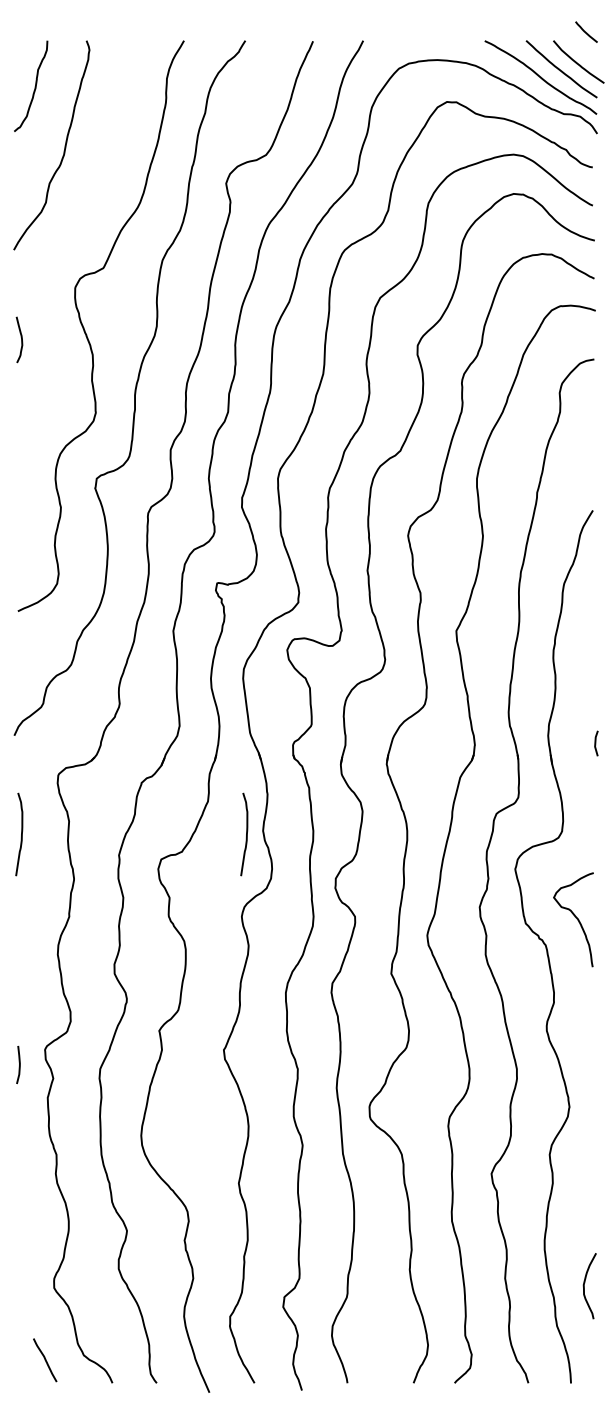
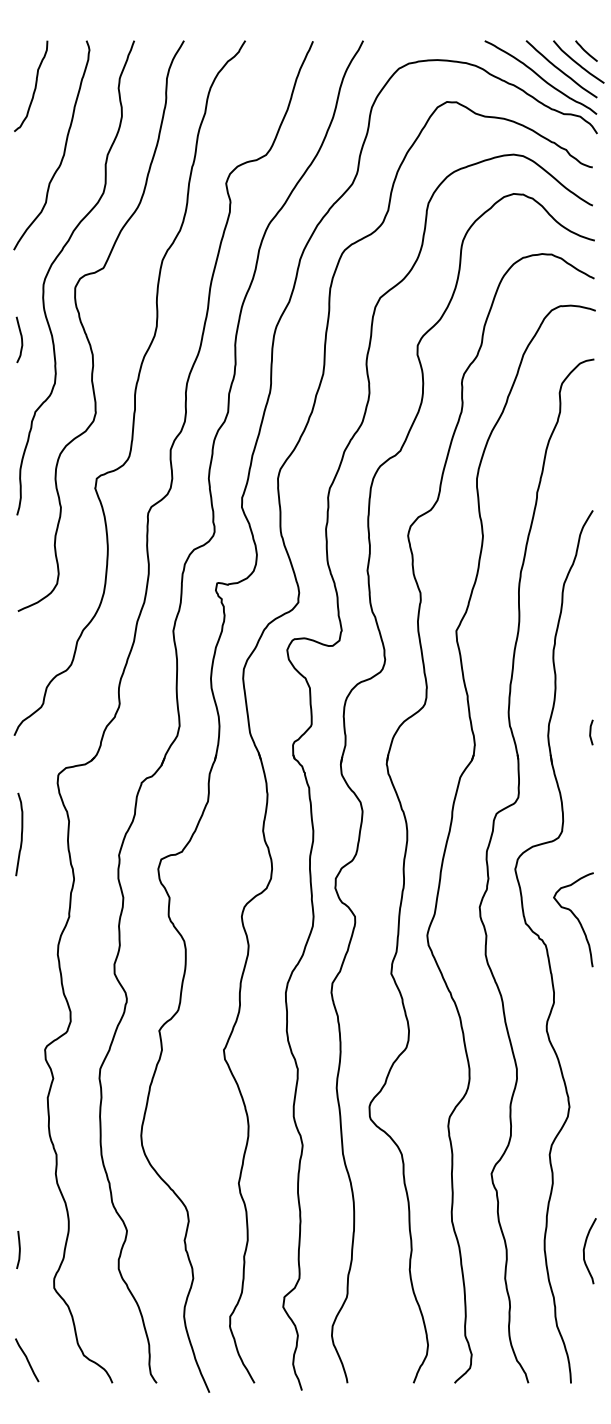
line at (585, 31) position: (585, 31) -> (585, 50)
curve at (55, 261): none -> present
line at (596, 743) position: (596, 743) -> (591, 732)
curve at (246, 834): present -> none
curve at (19, 1064) position: (19, 1064) -> (19, 1249)
curve at (584, 1286) position: (584, 1286) -> (584, 1251)
curve at (45, 1360) position: (45, 1360) -> (27, 1360)
